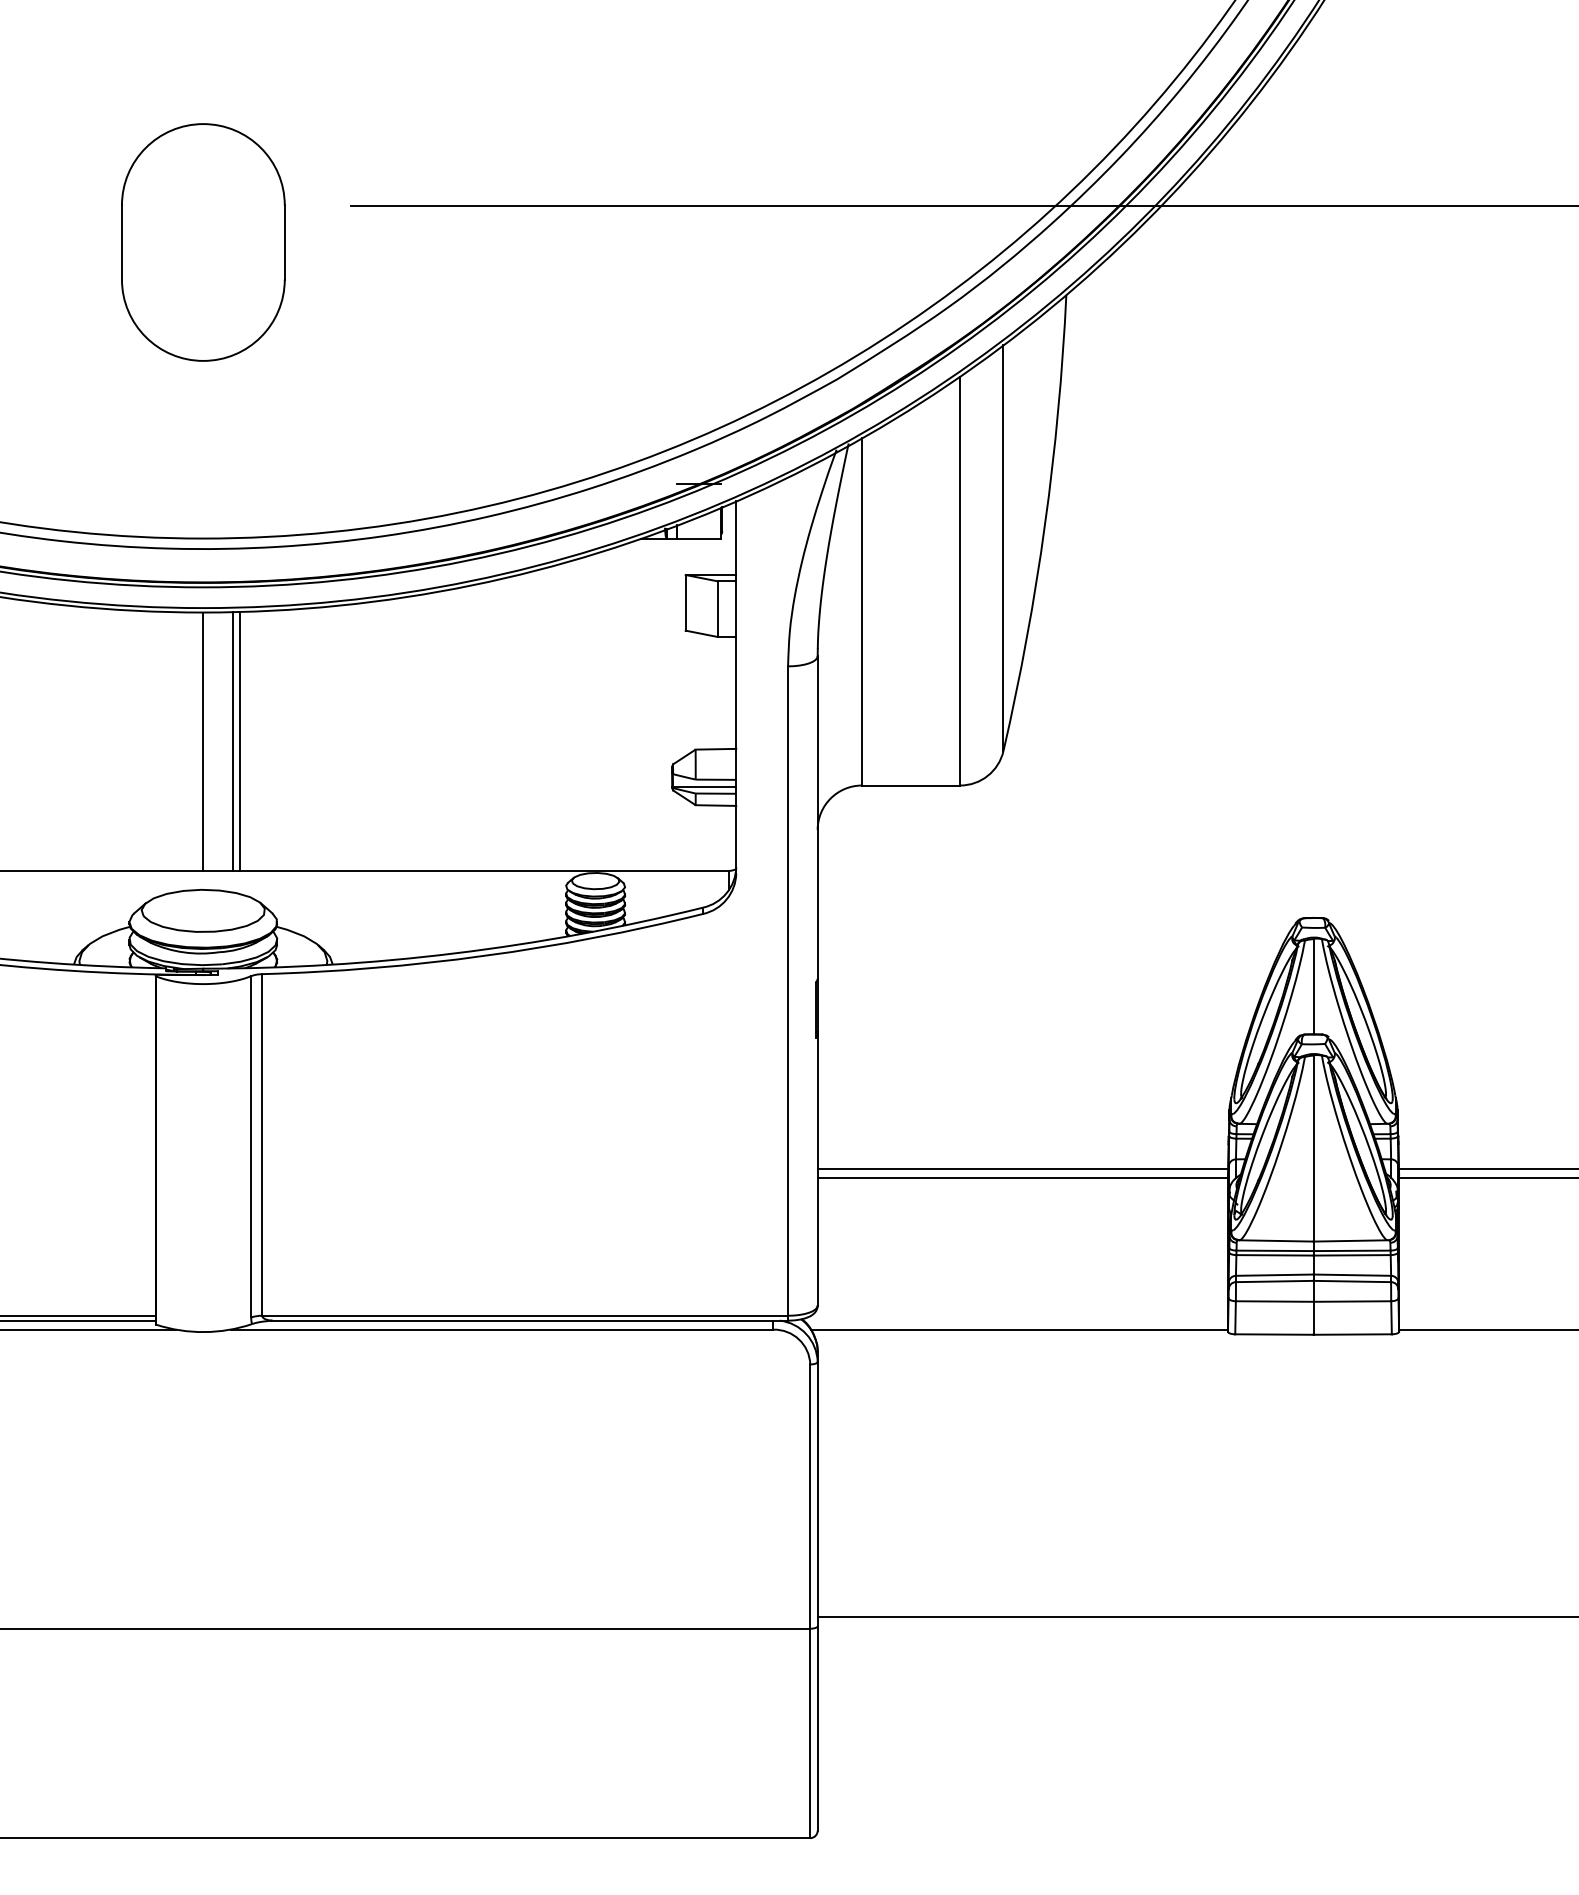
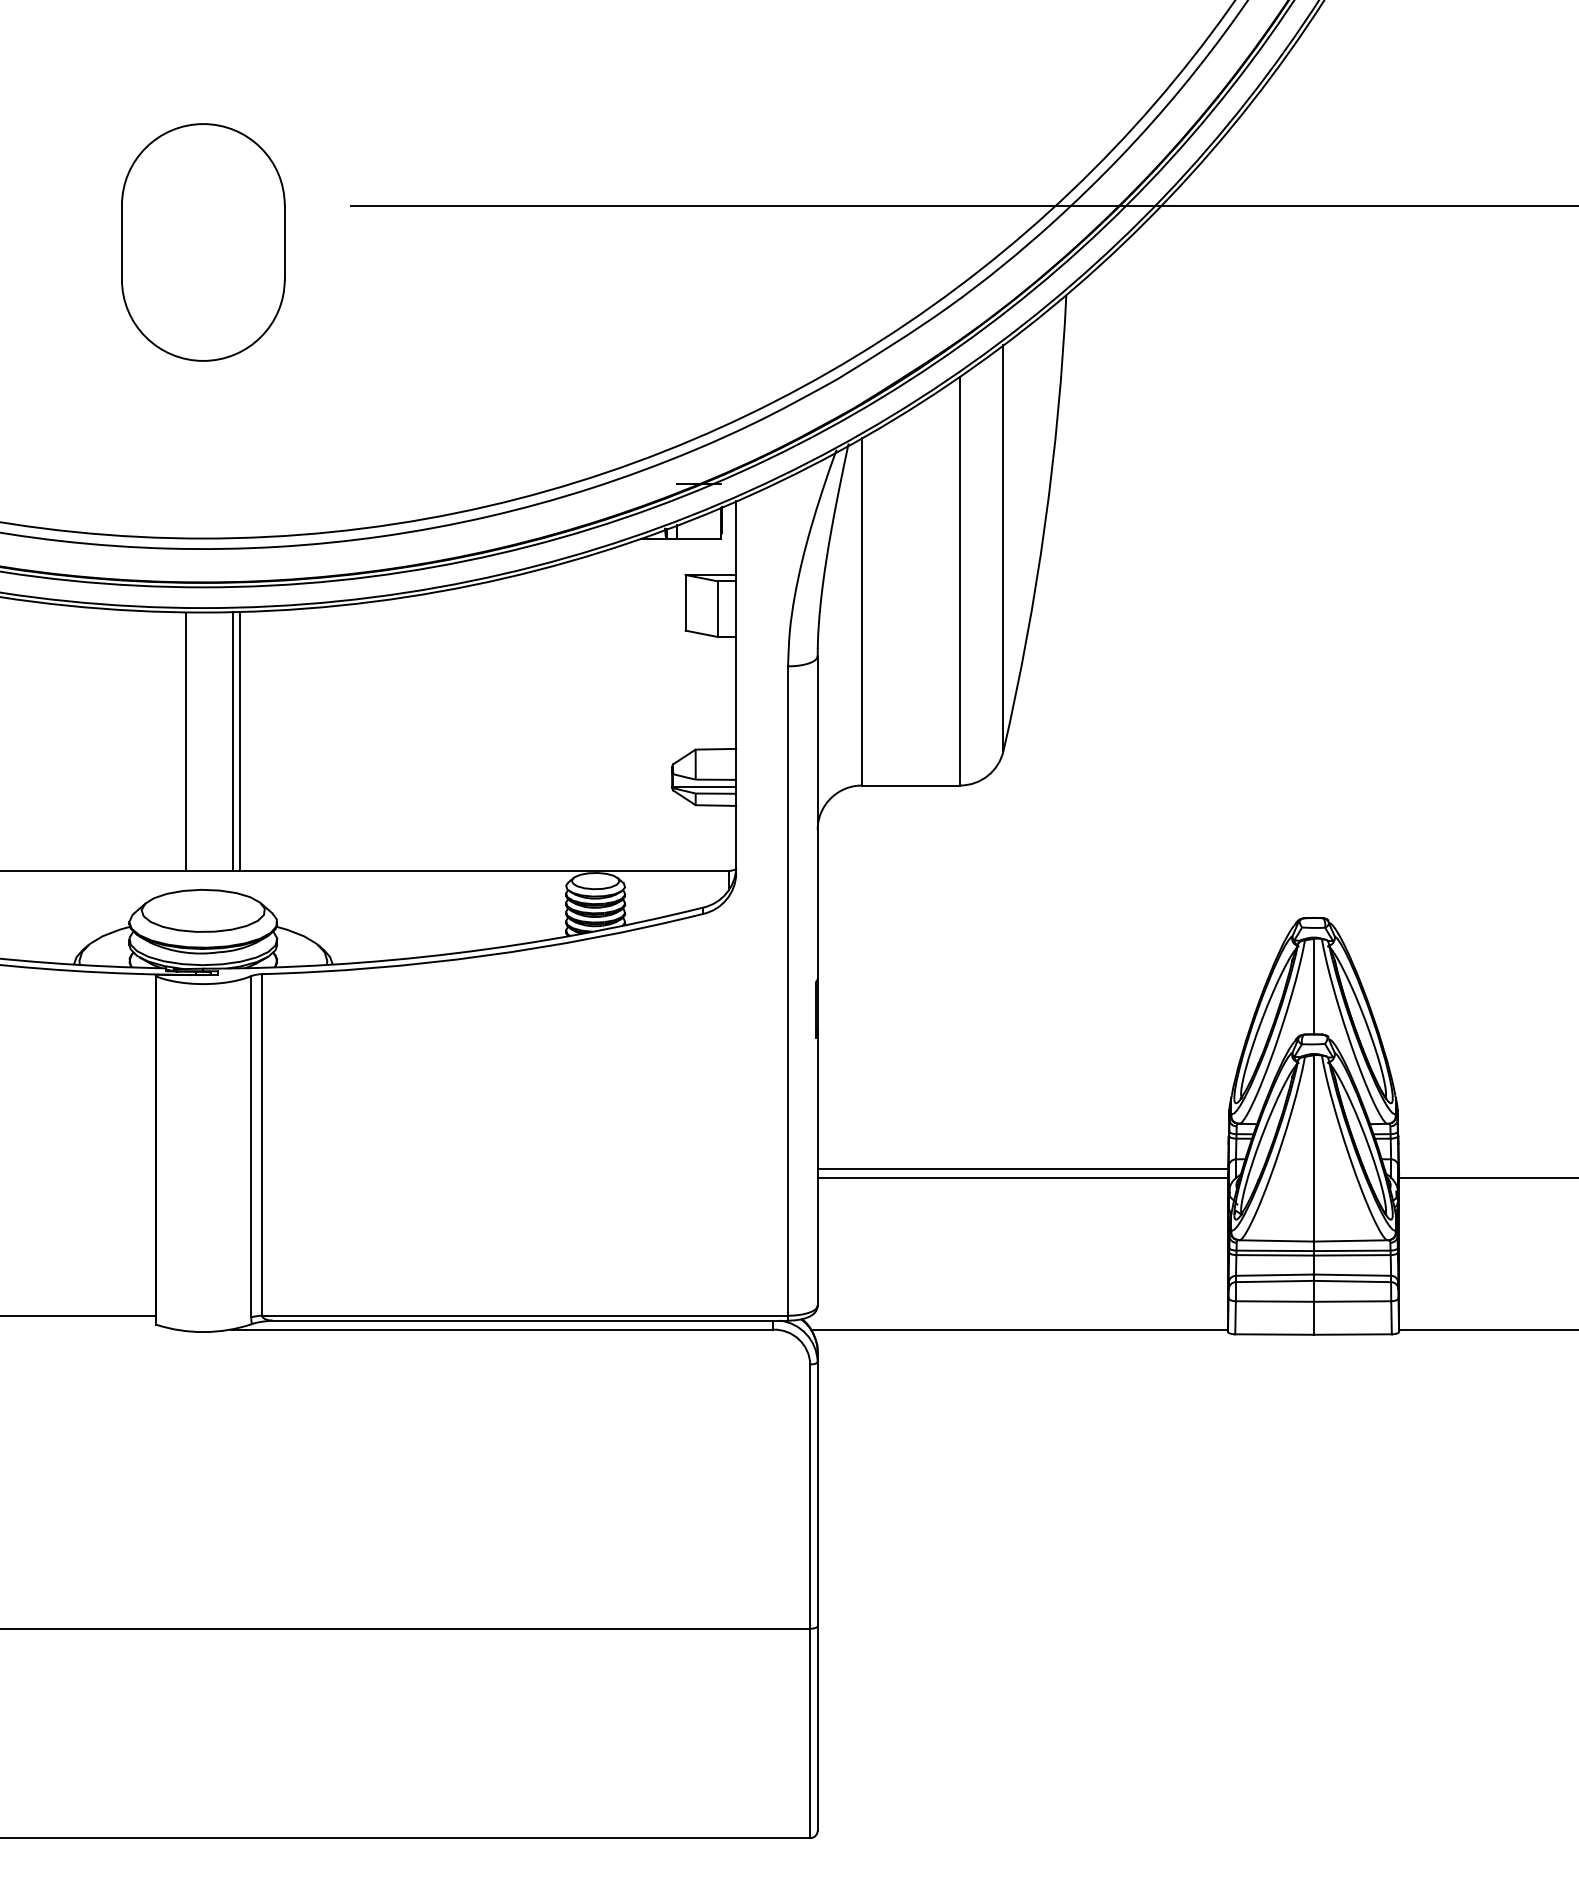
line at (203, 741) position: (203, 741) -> (186, 741)
line at (1486, 1168): present -> none
line at (78, 1320): present -> none
line at (88, 1329): present -> none
line at (1196, 1616): present -> none
